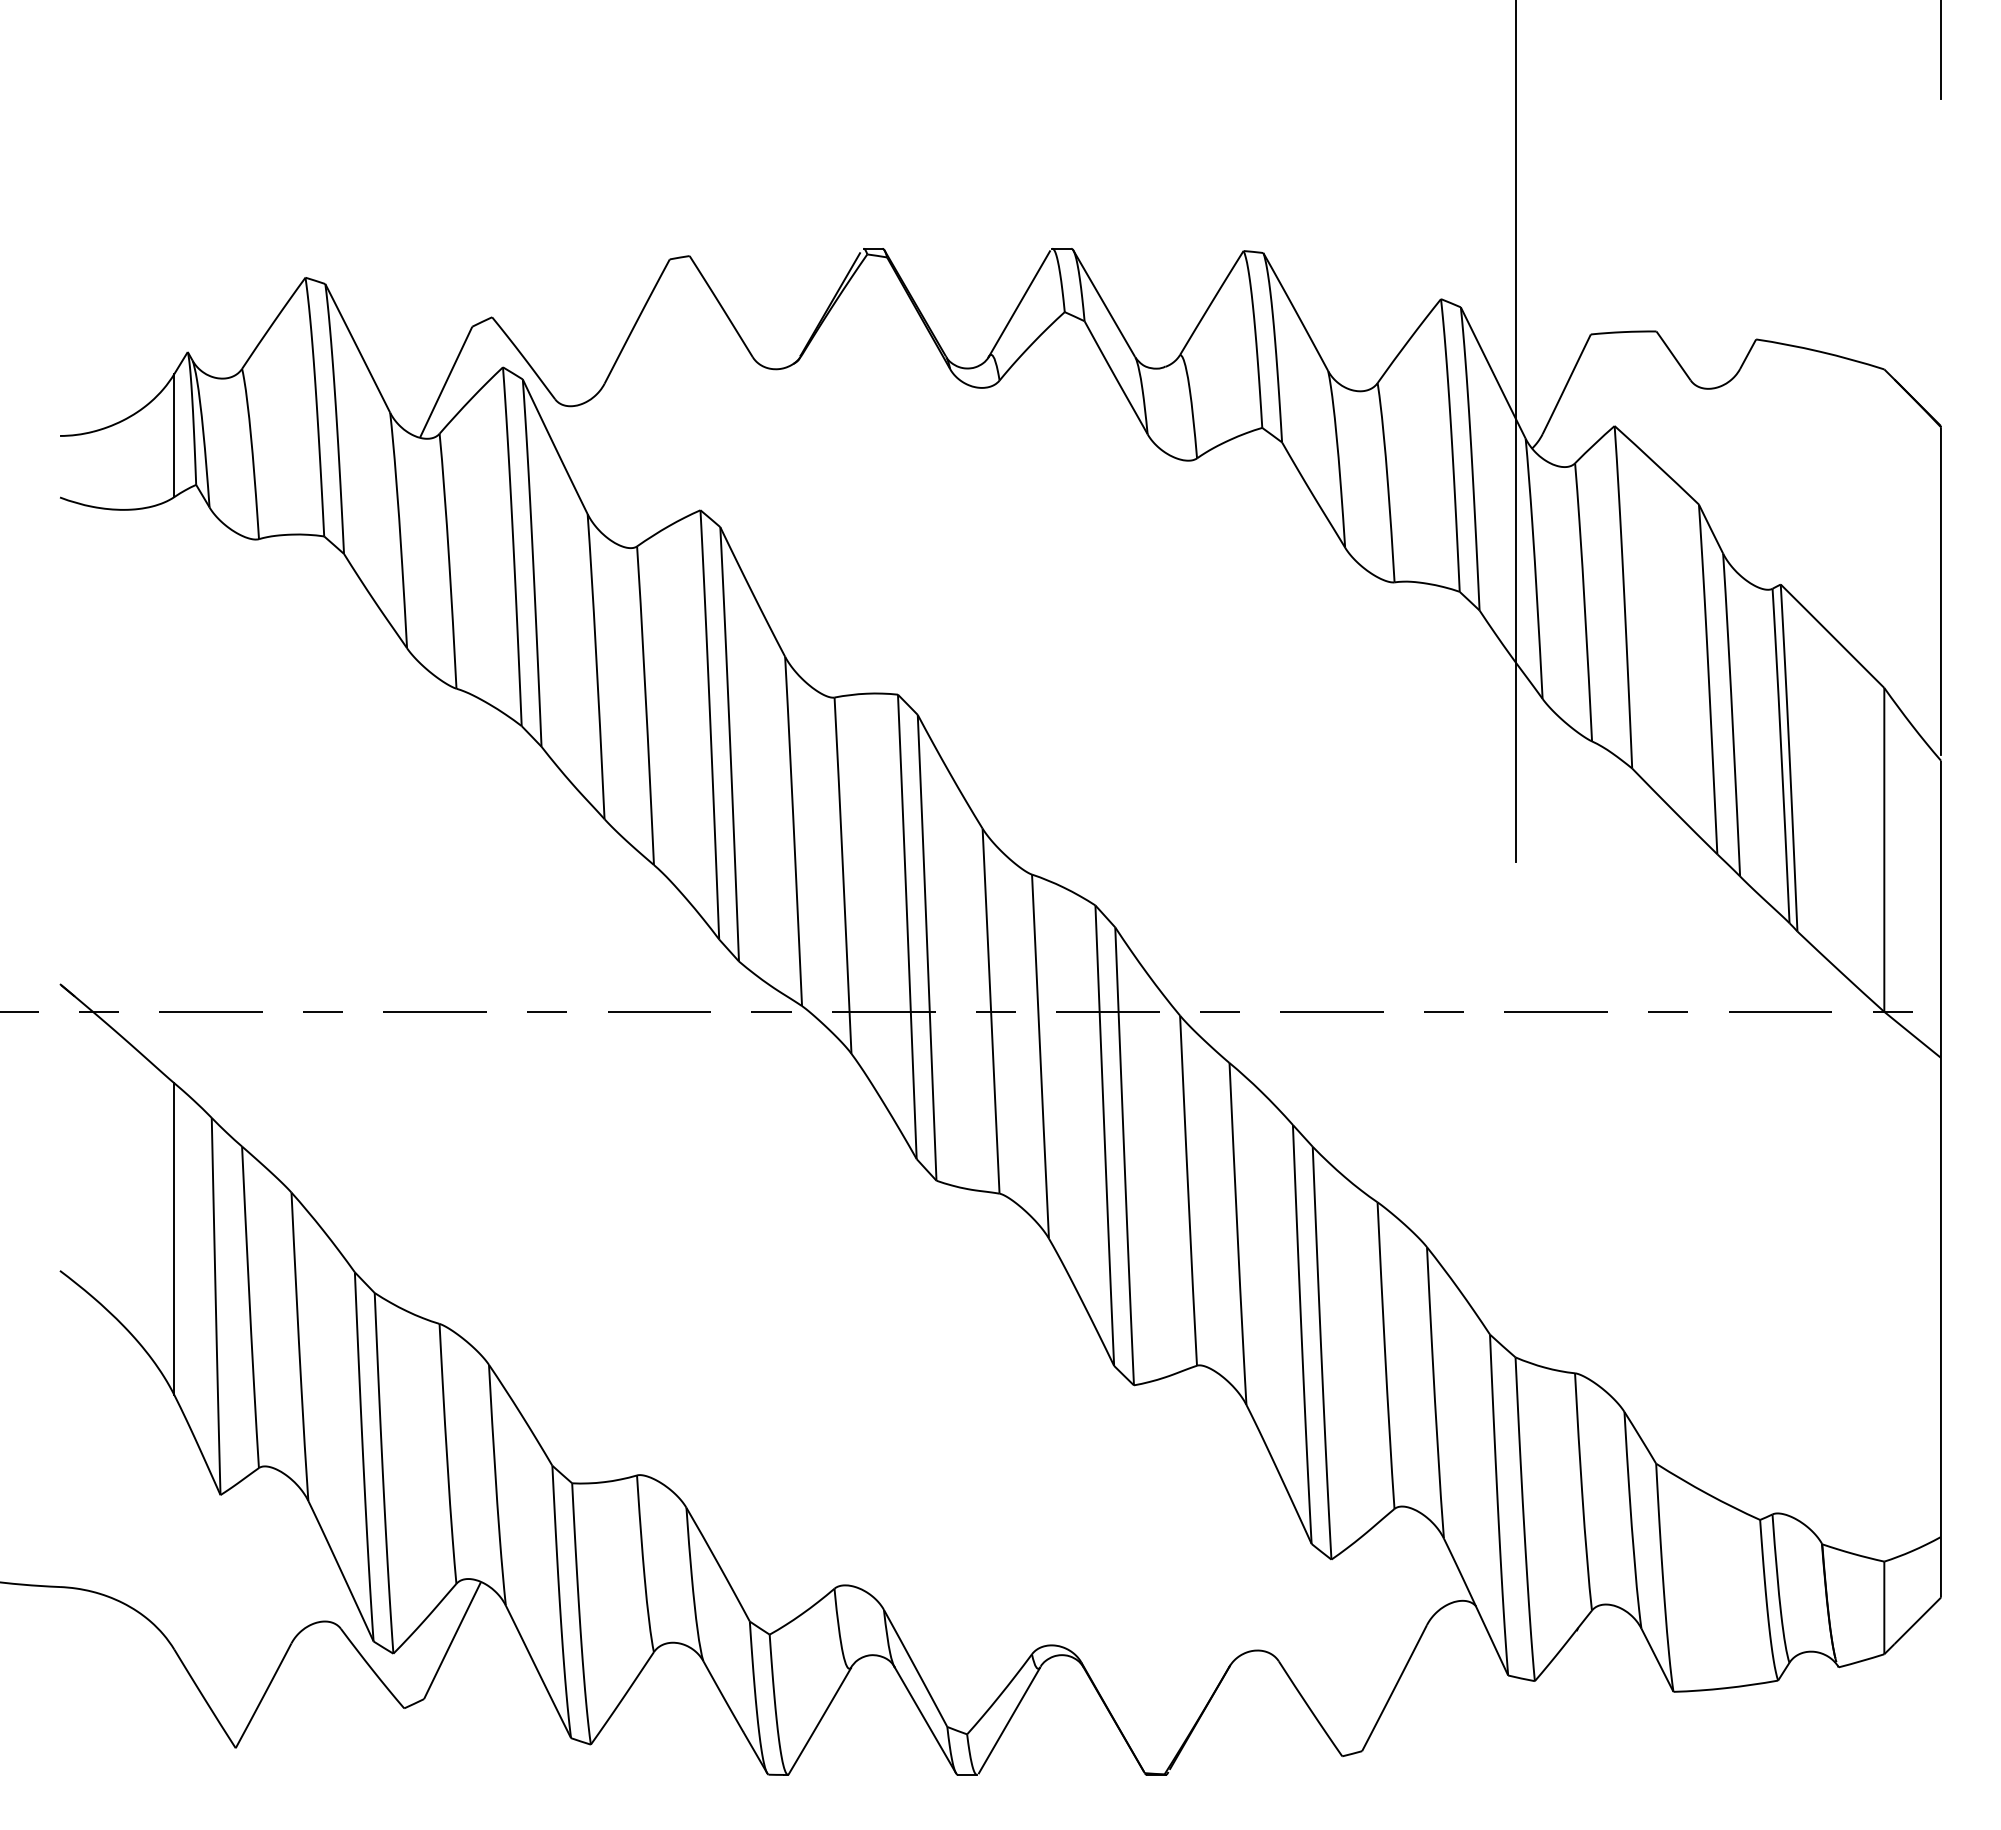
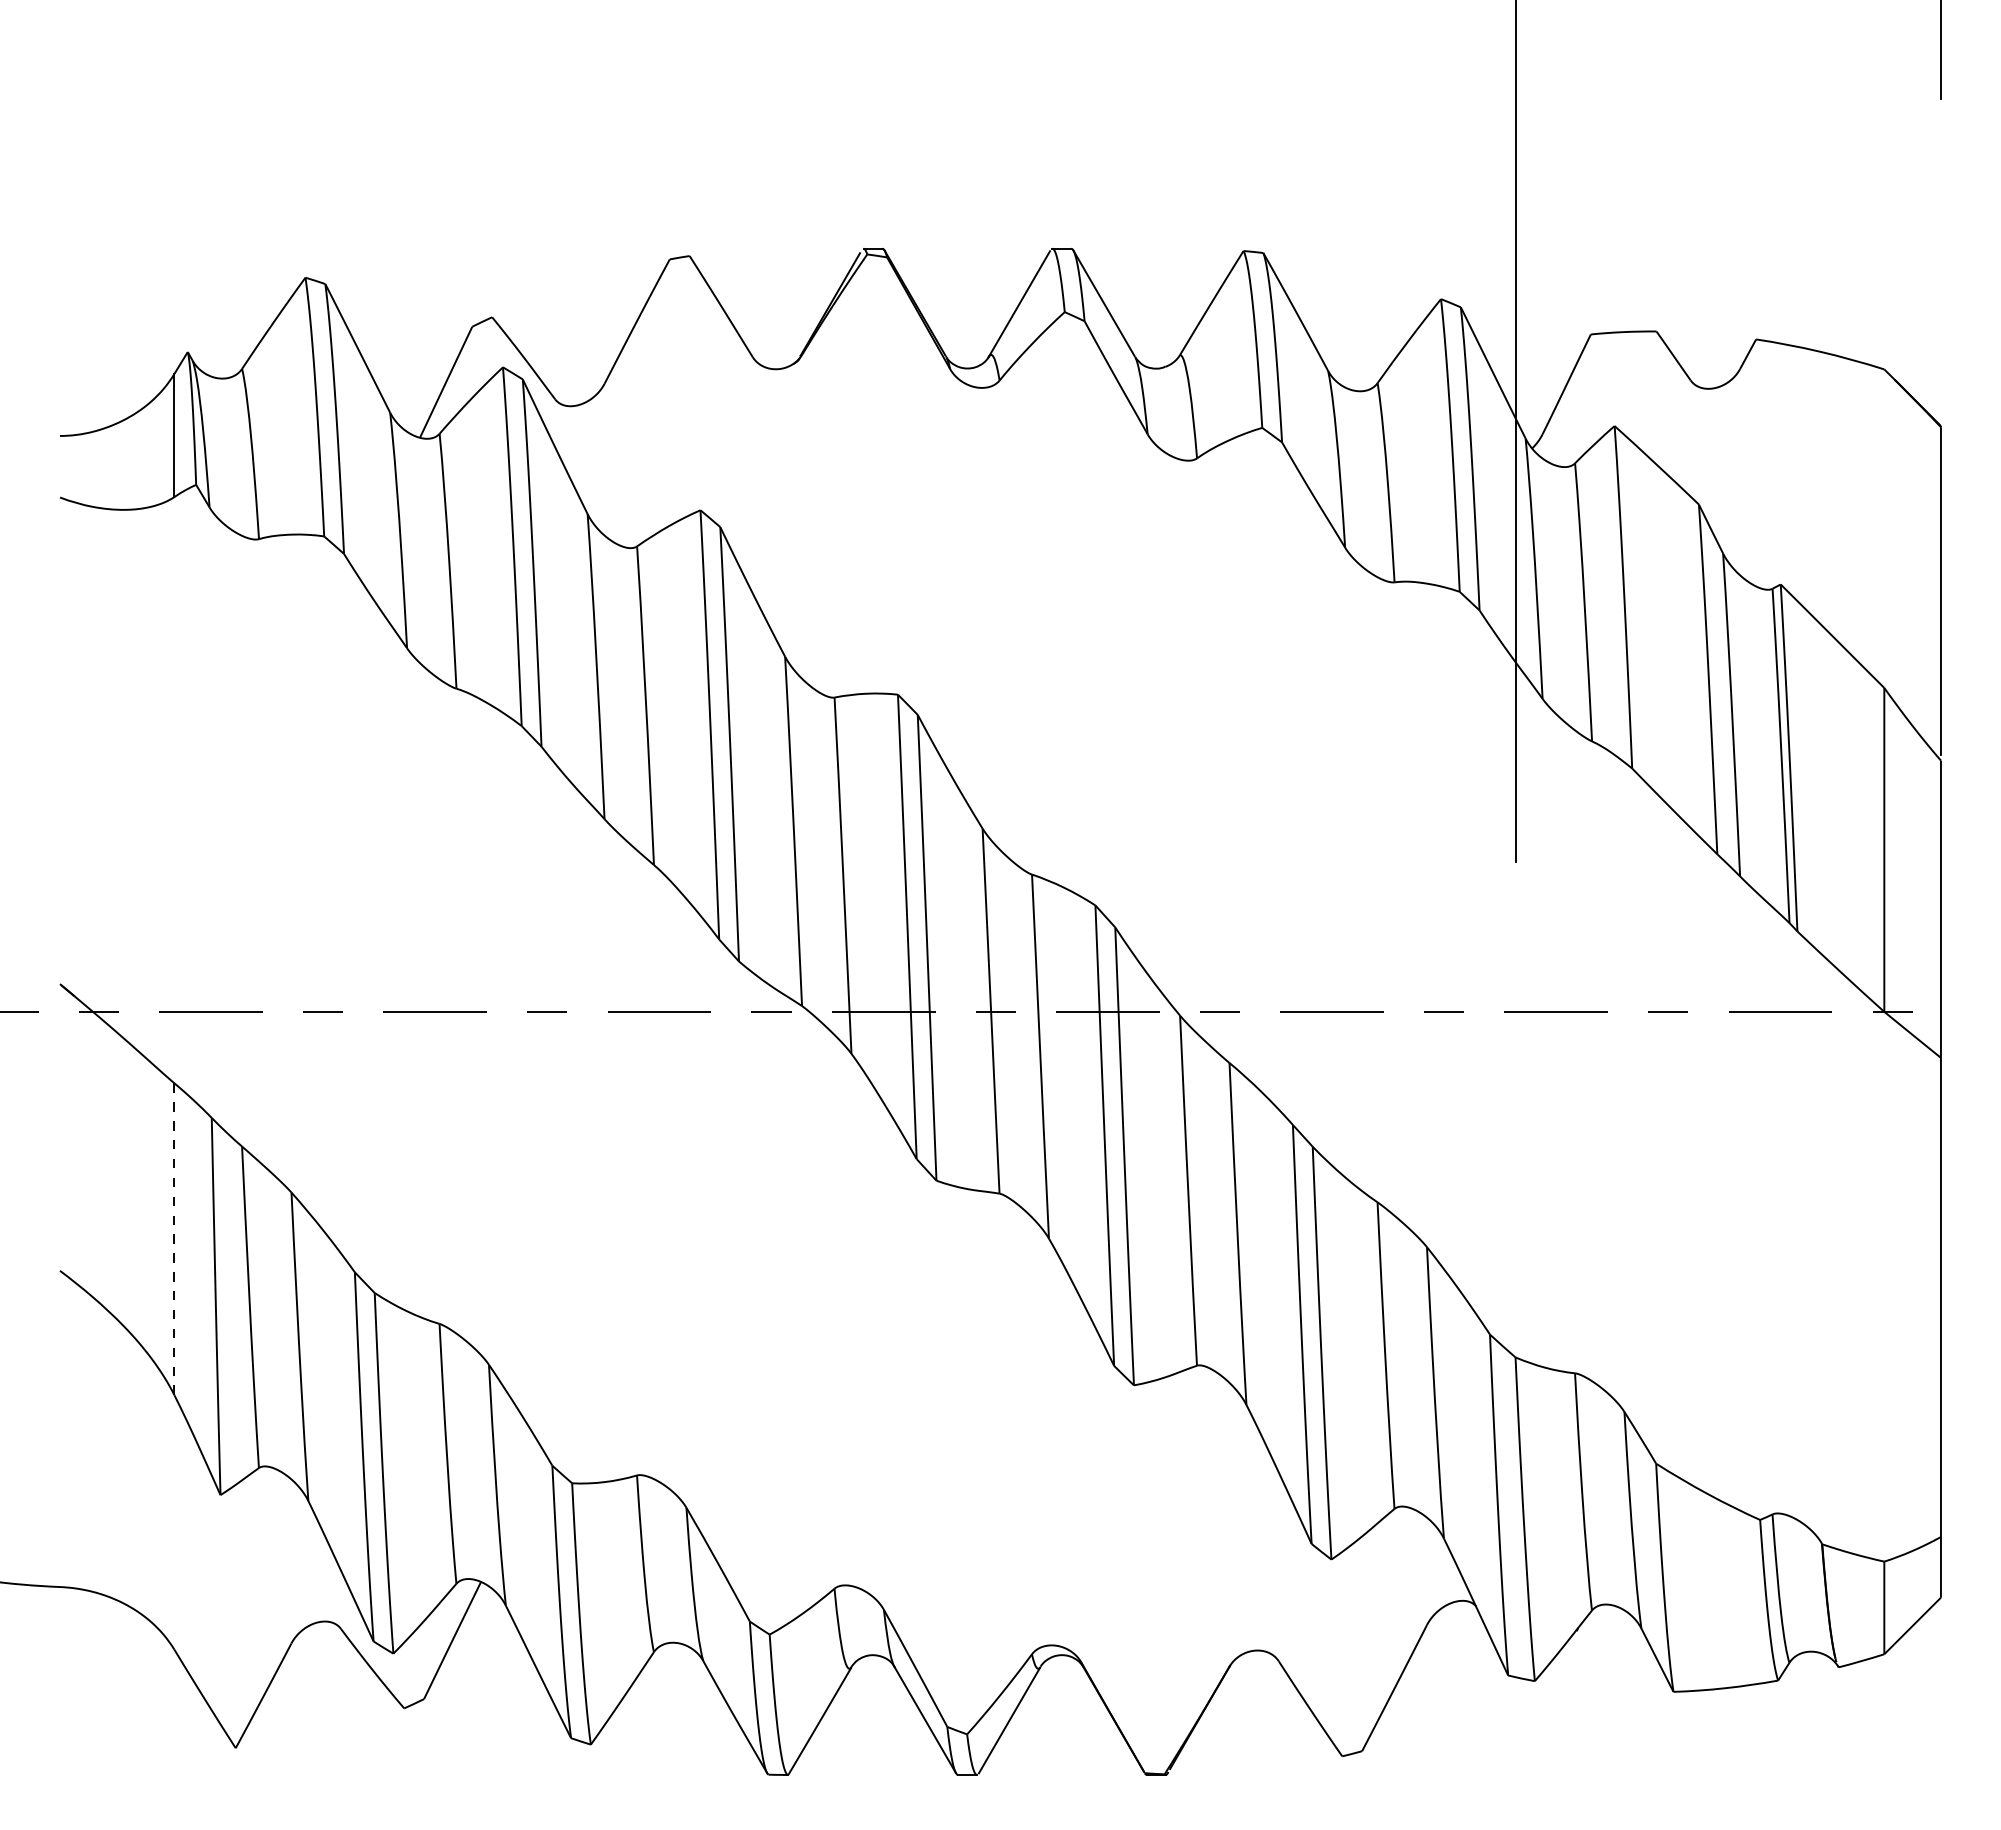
line at (174, 1239): solid -> dashed
